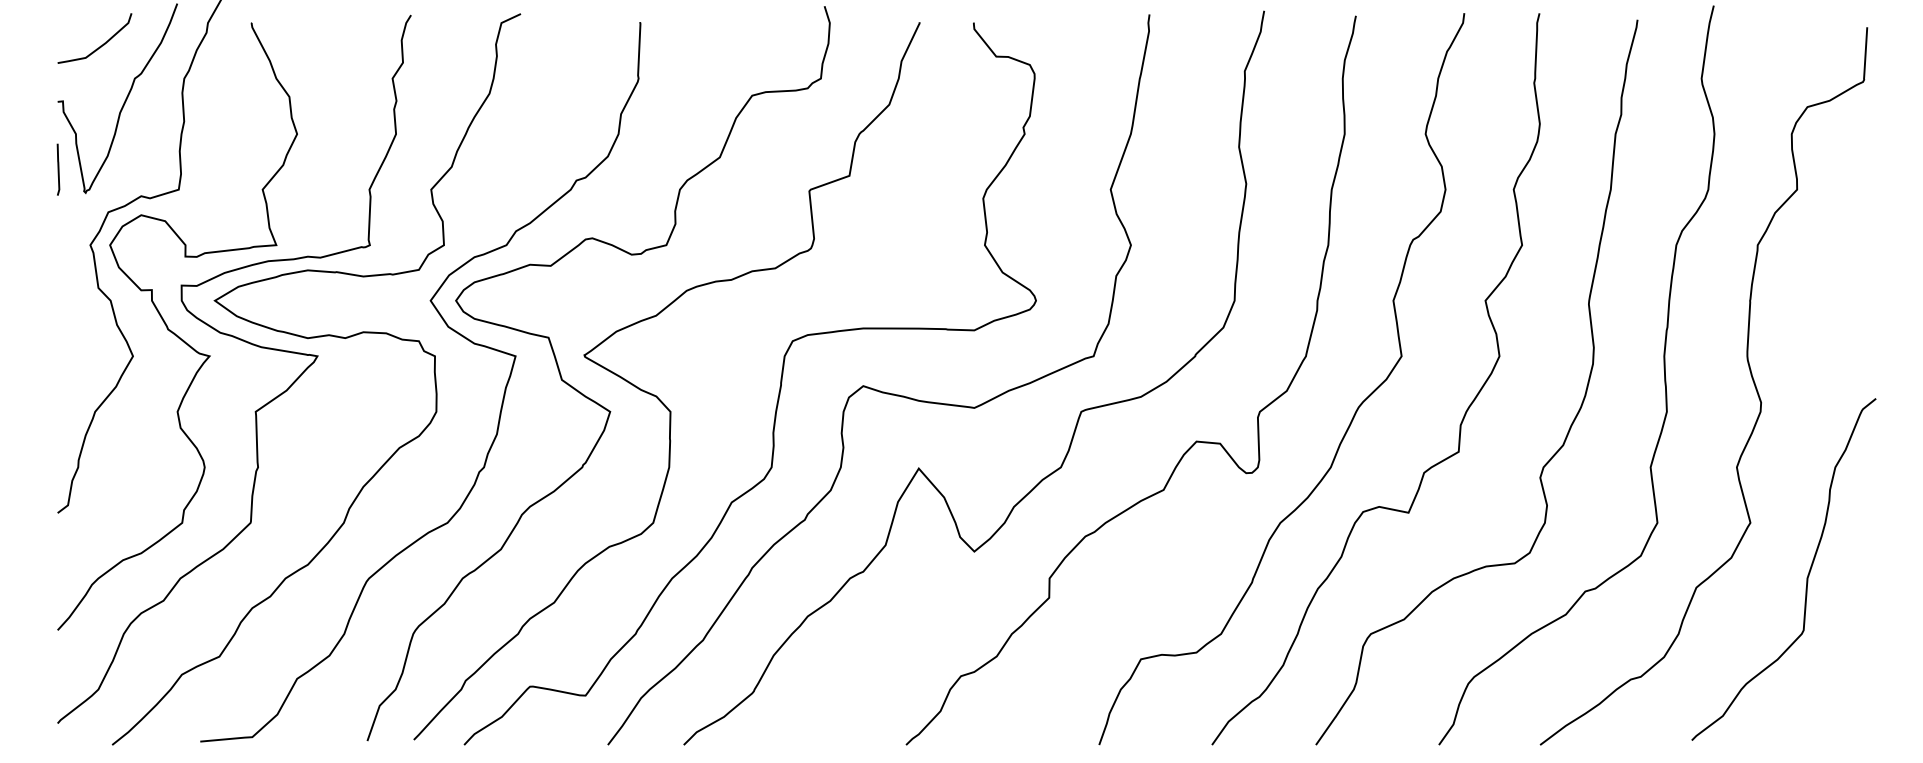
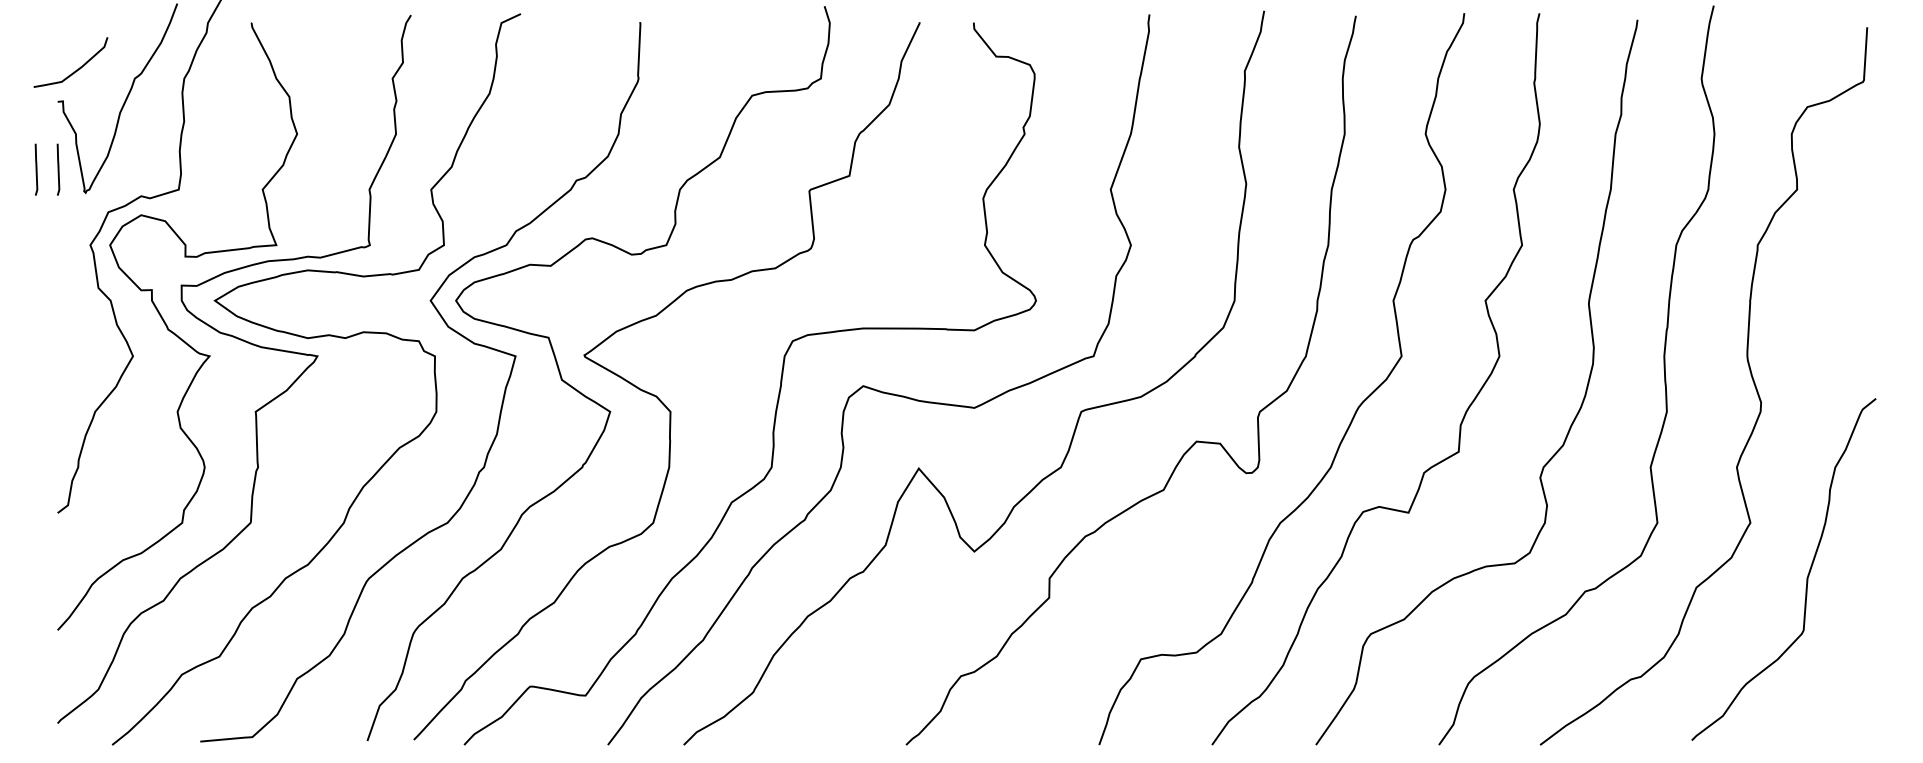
curve at (100, 45) position: (100, 45) -> (76, 69)
line at (36, 169): none -> present
